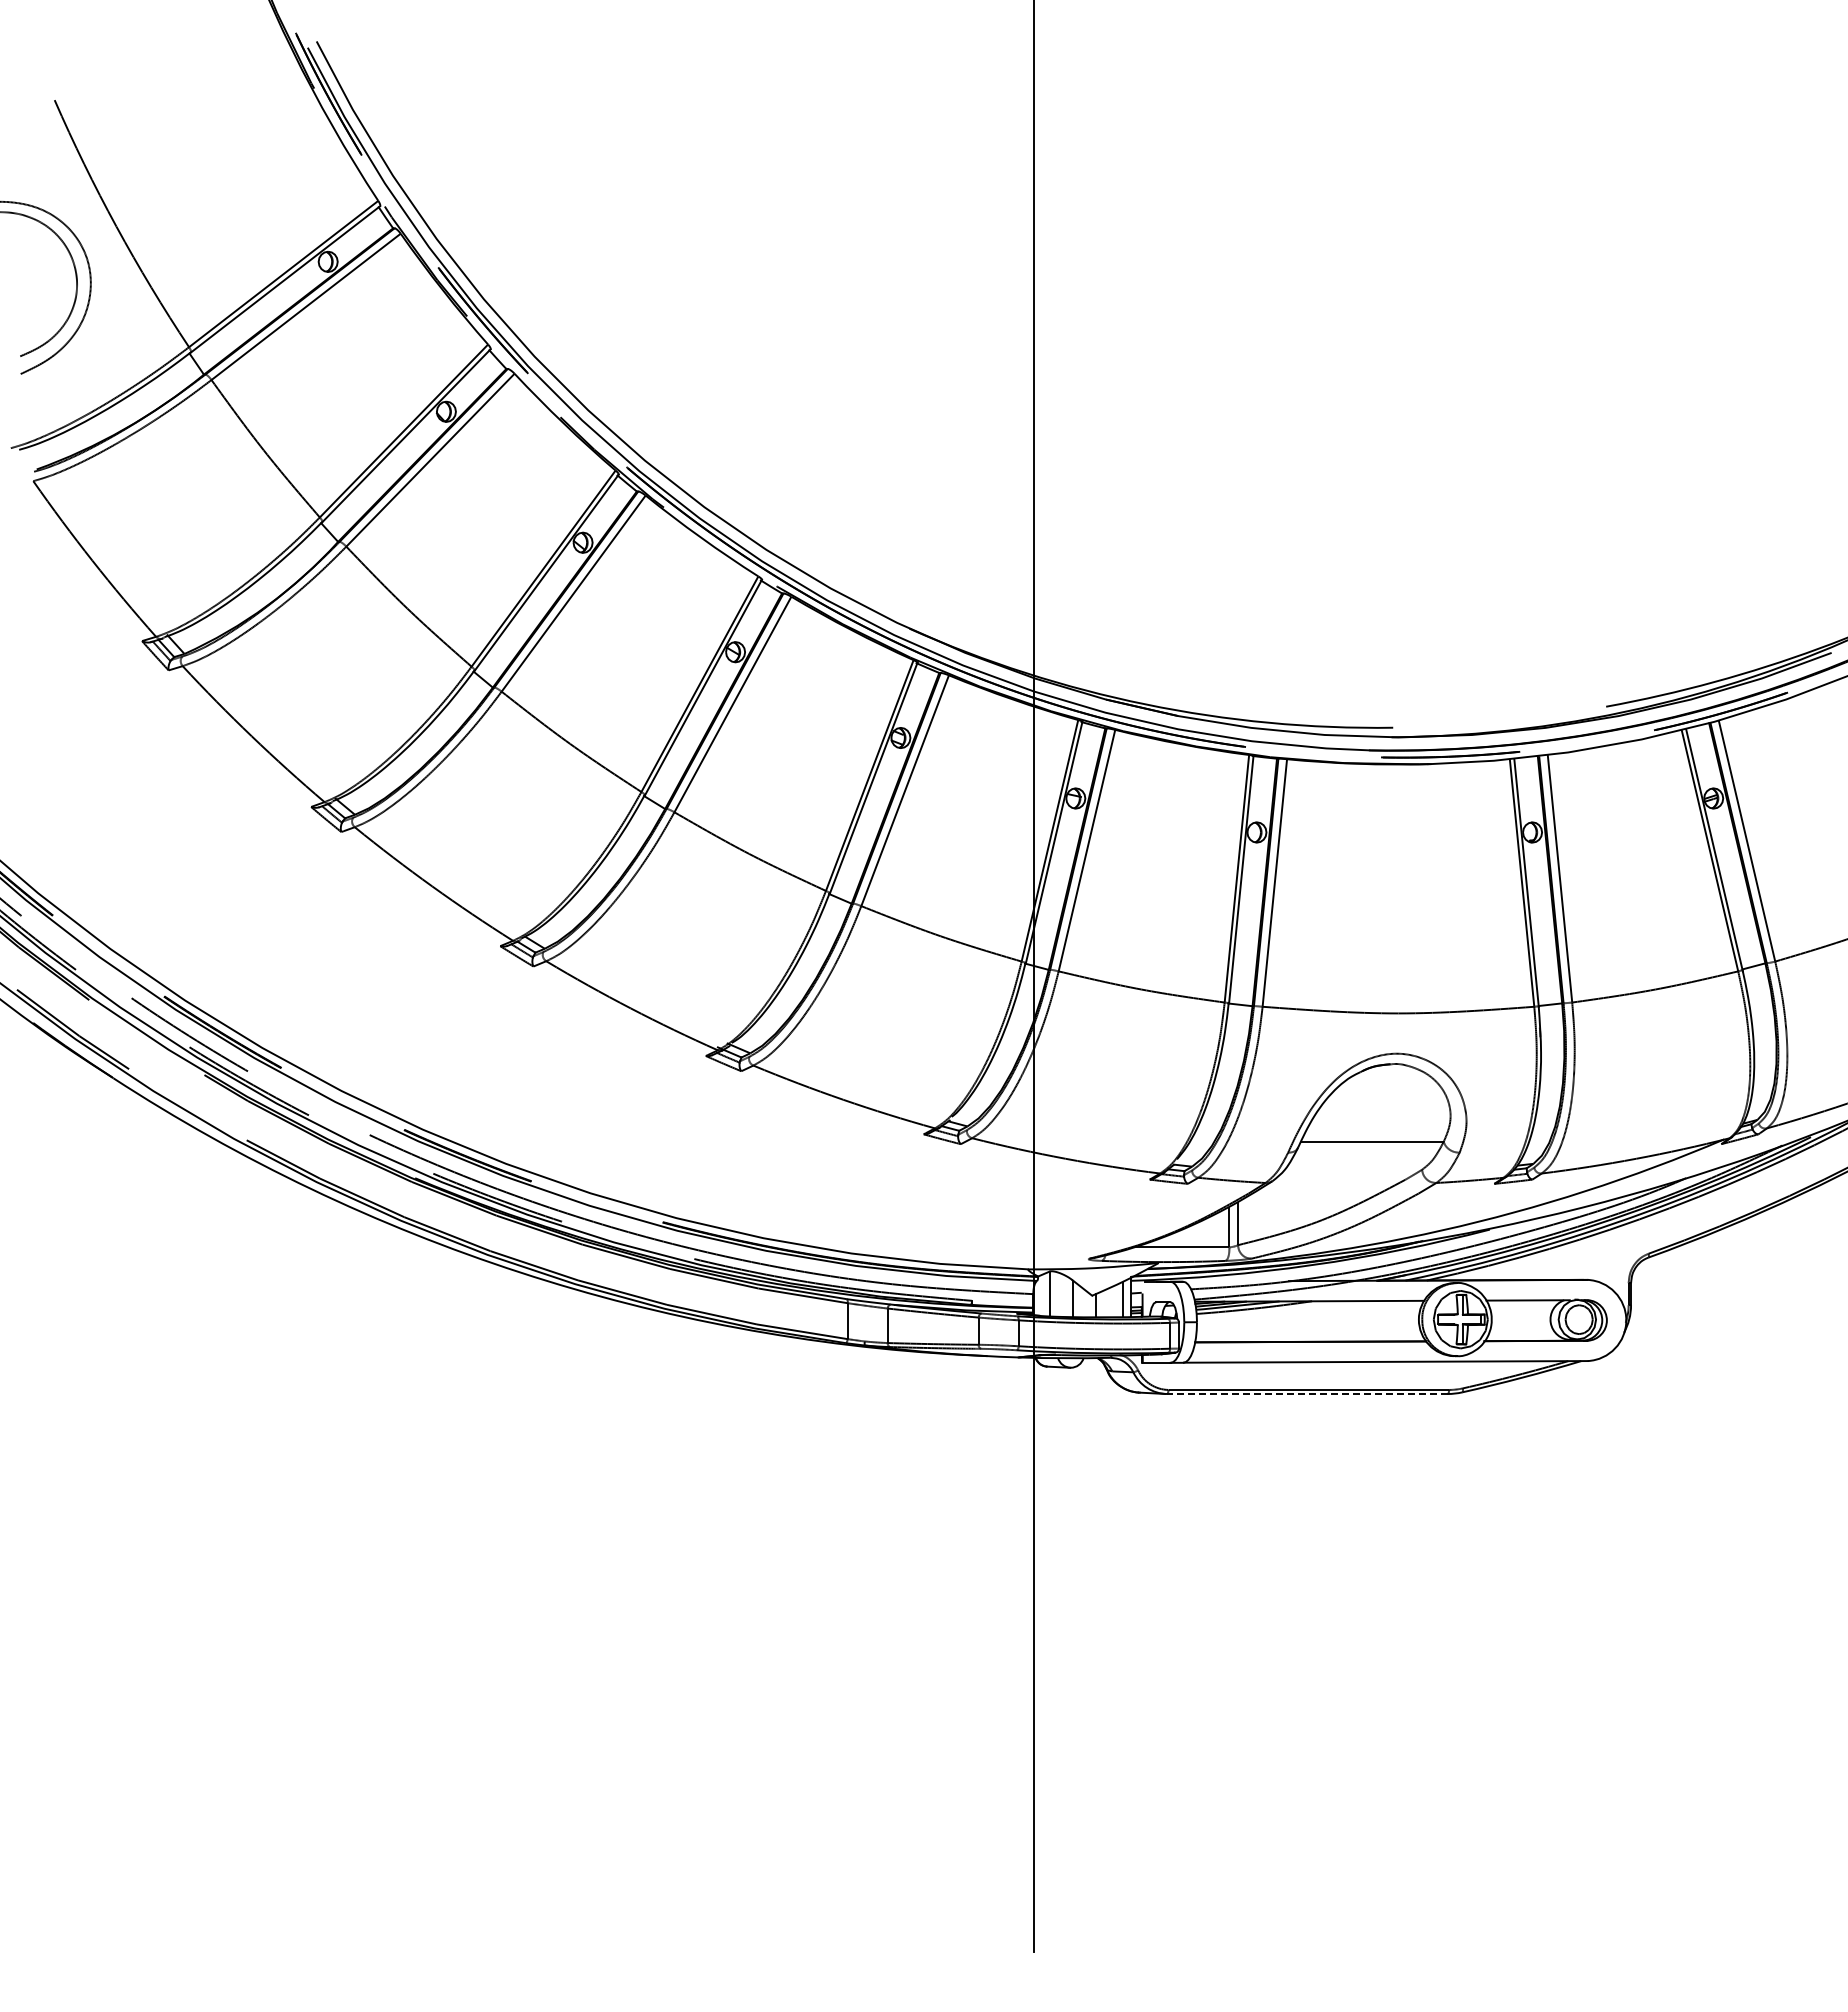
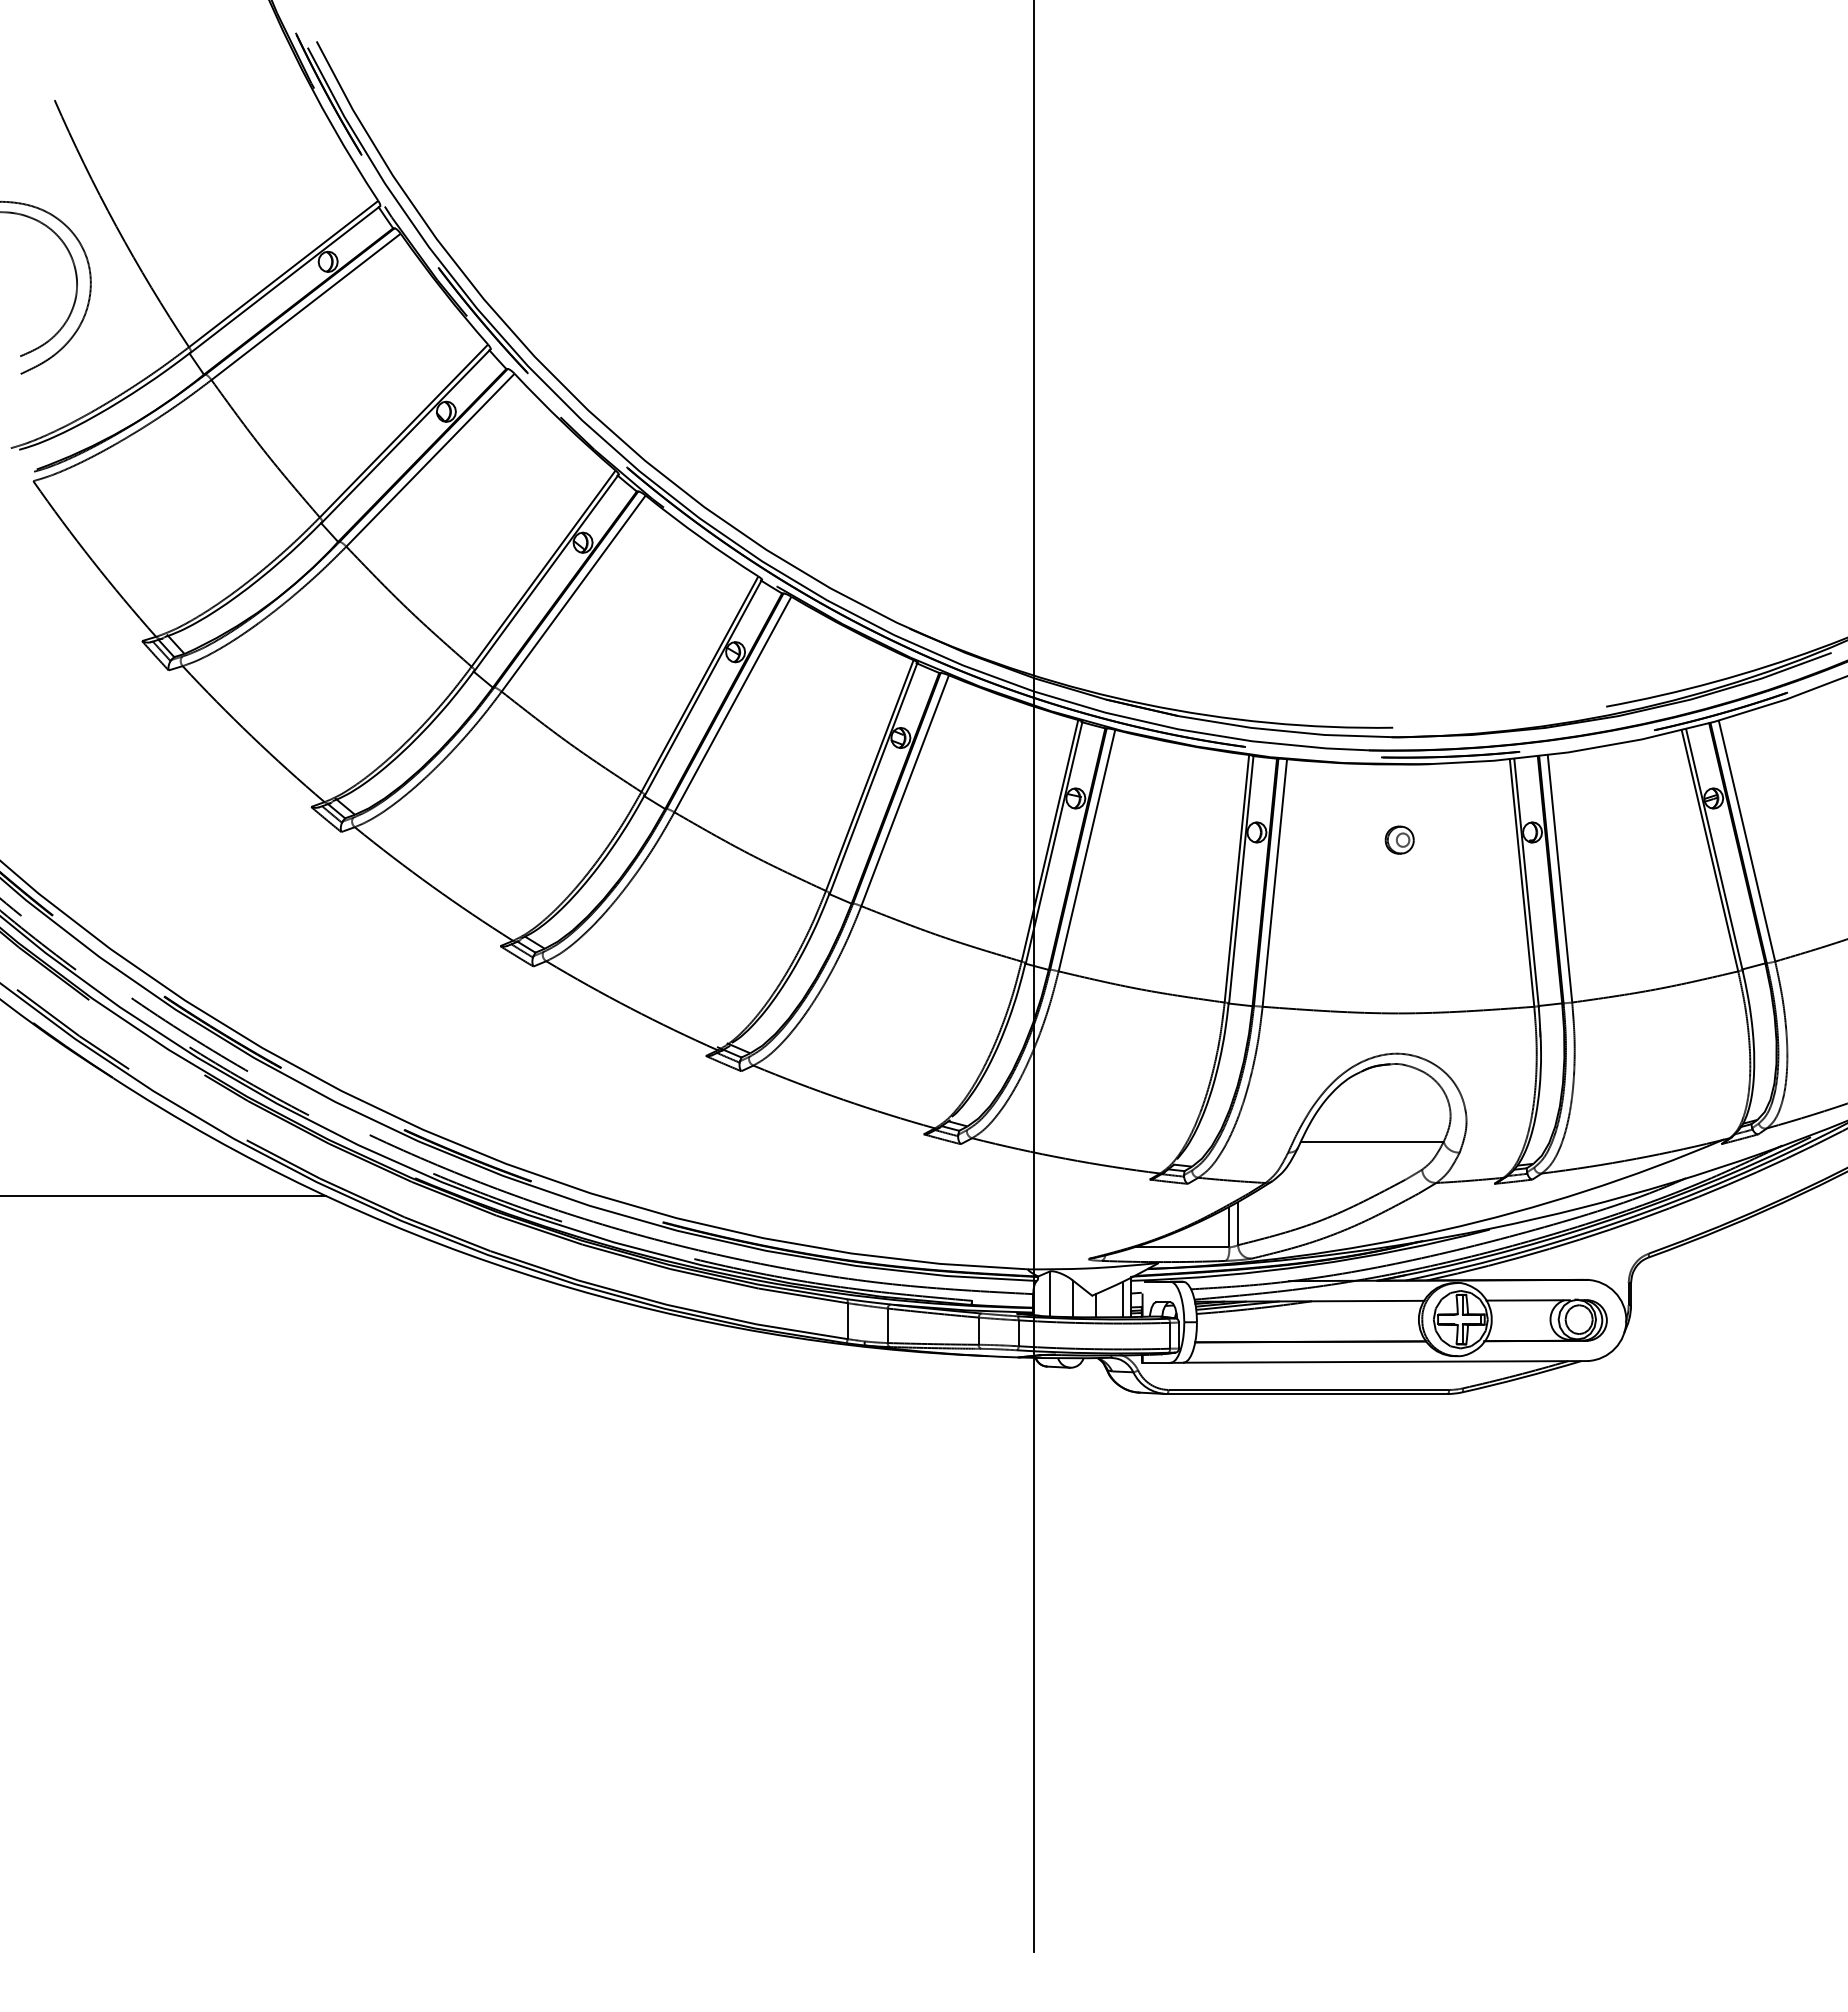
part at (1399, 839): none -> present
line at (164, 1195): none -> present
line at (1306, 1394): dashed -> solid
